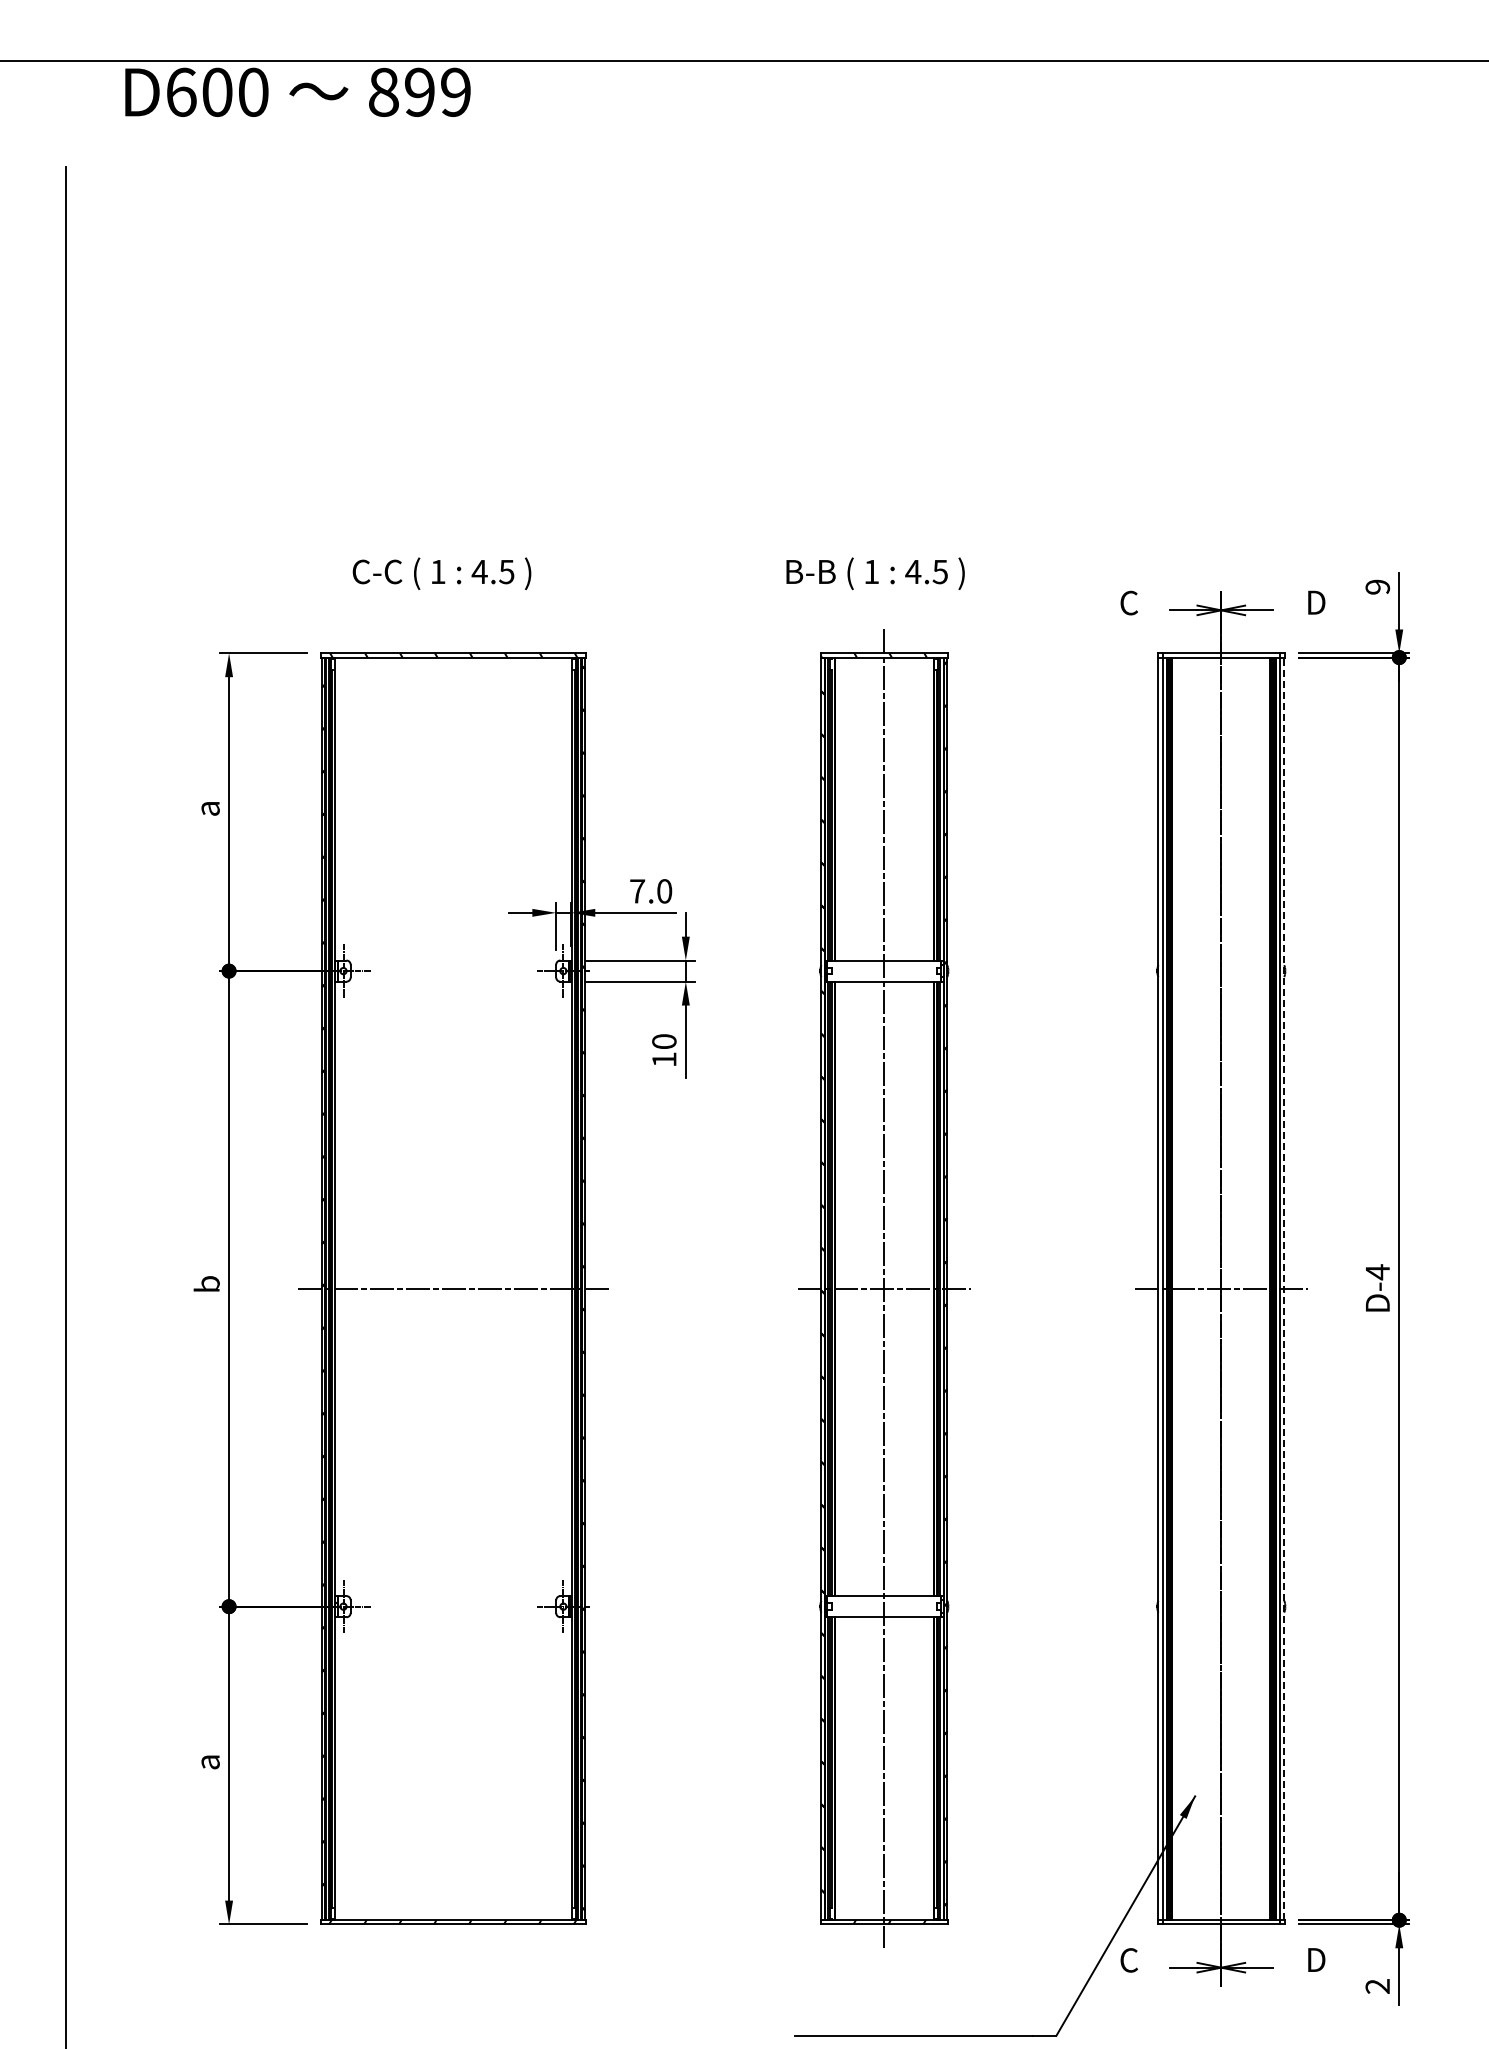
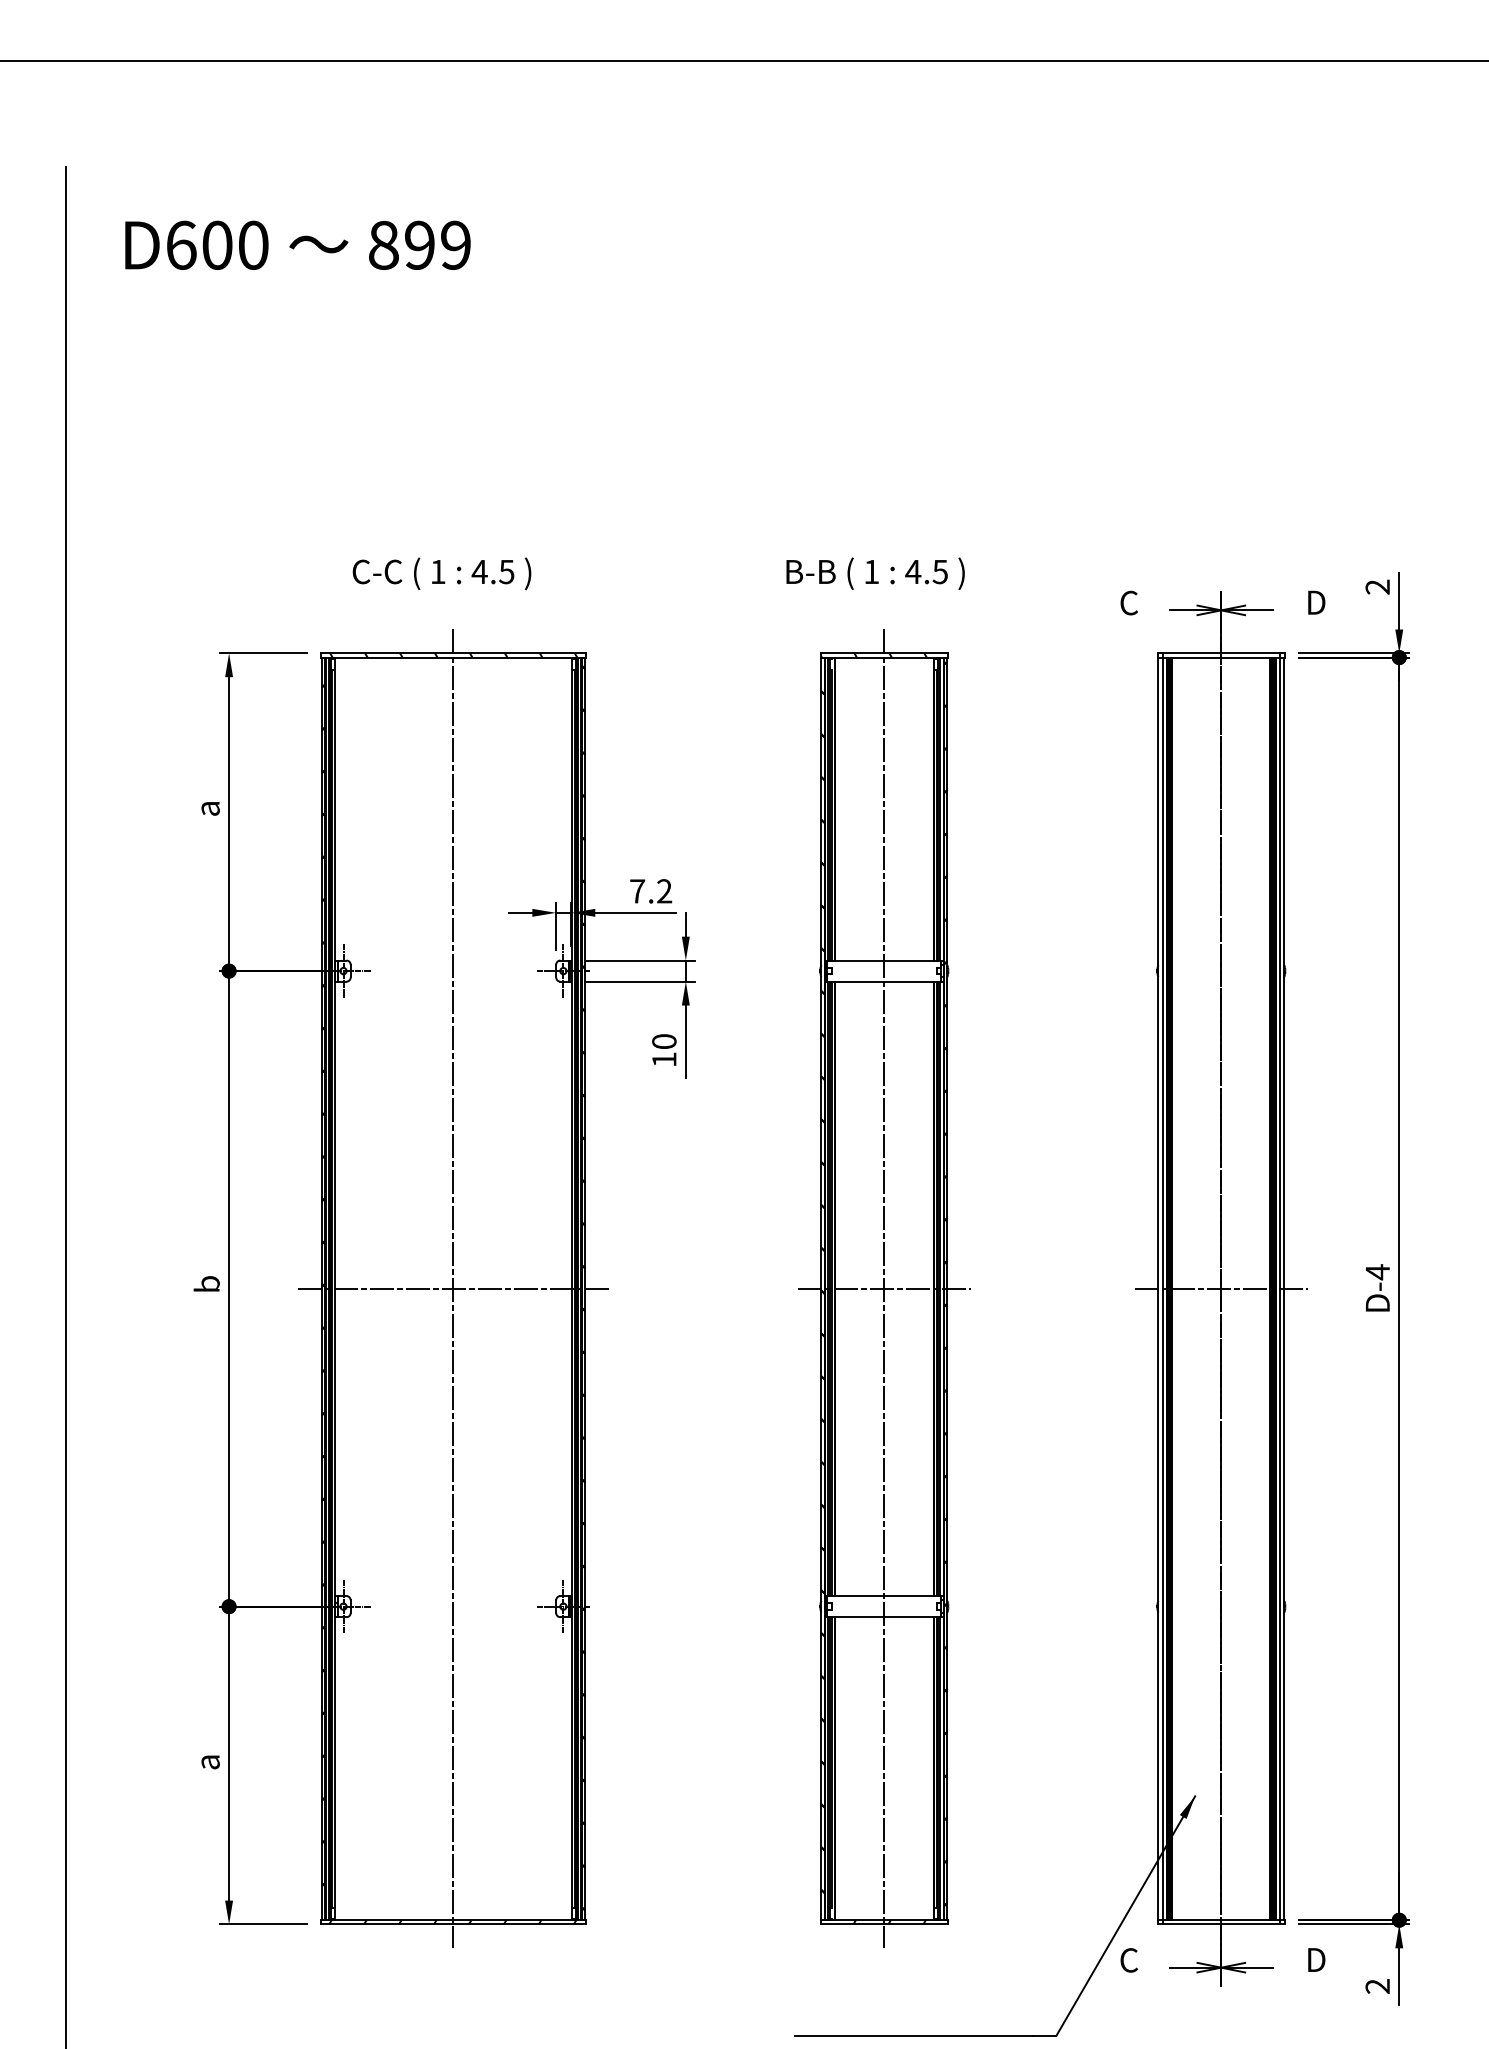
text at (297, 91) position: (297, 91) -> (297, 244)
text at (1378, 586): 9 -> 2
text at (664, 891): 7.0 -> 7.2
line at (453, 1288): none -> present
line at (1284, 1288): dashed -> solid
